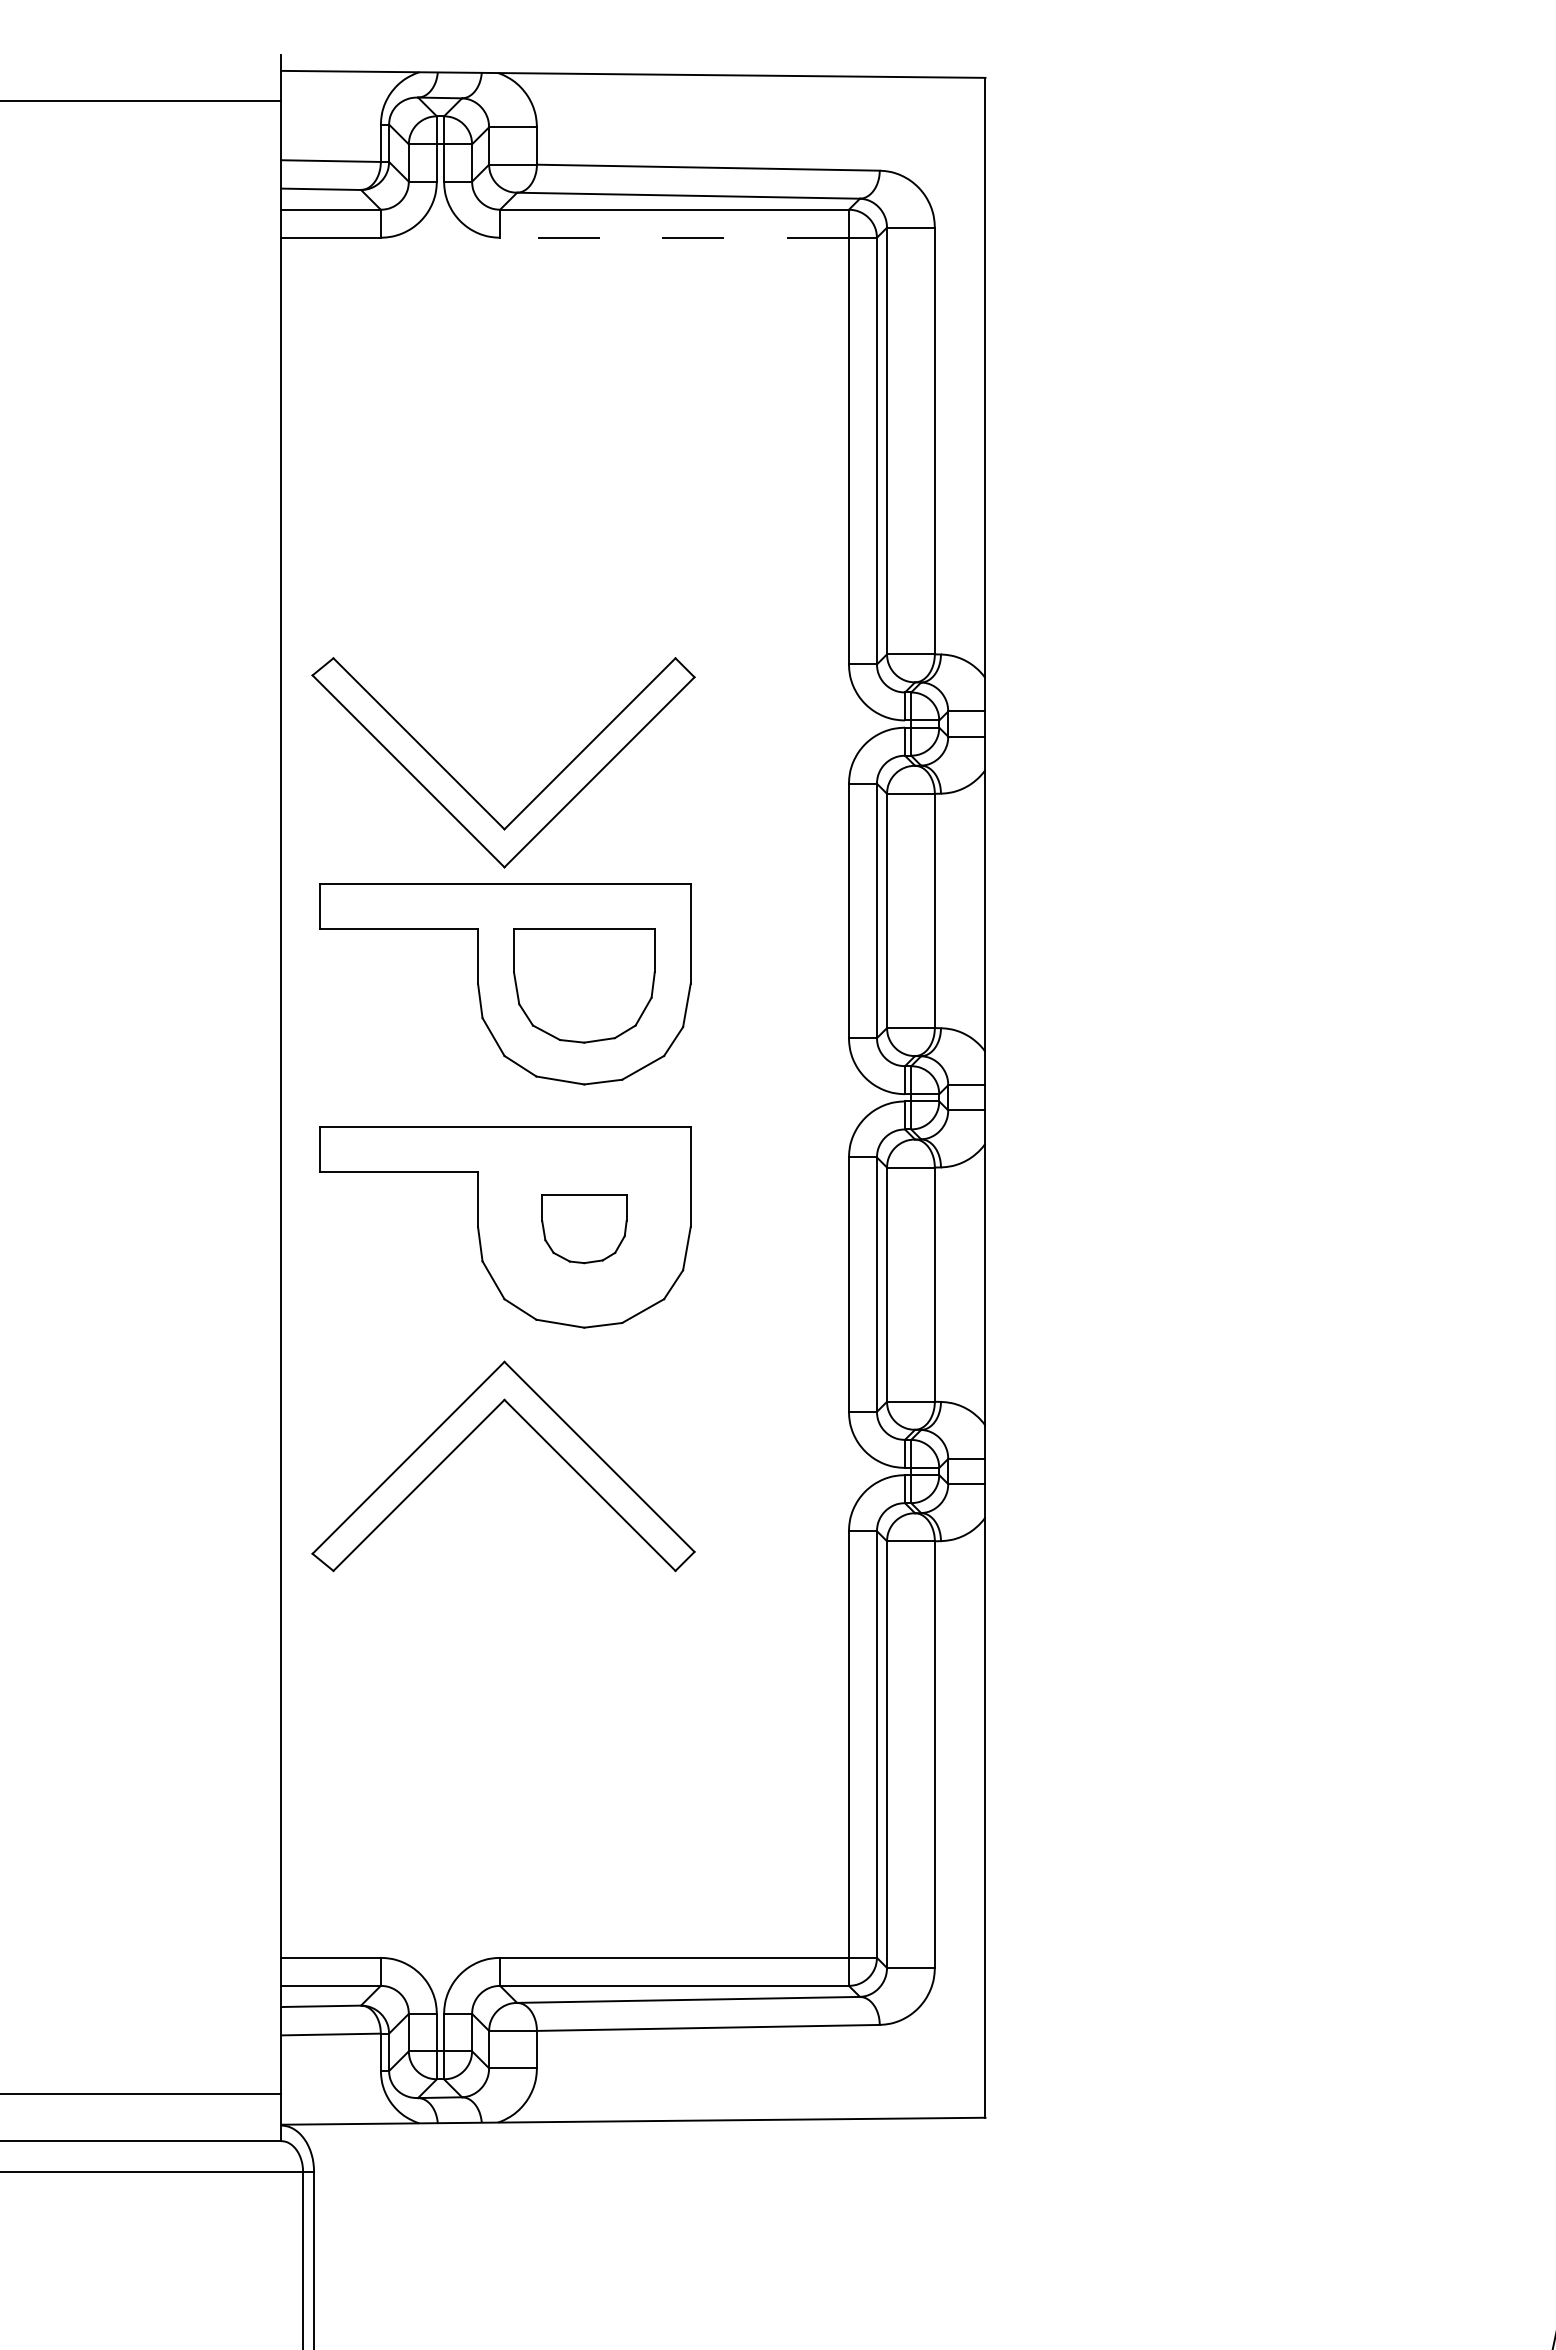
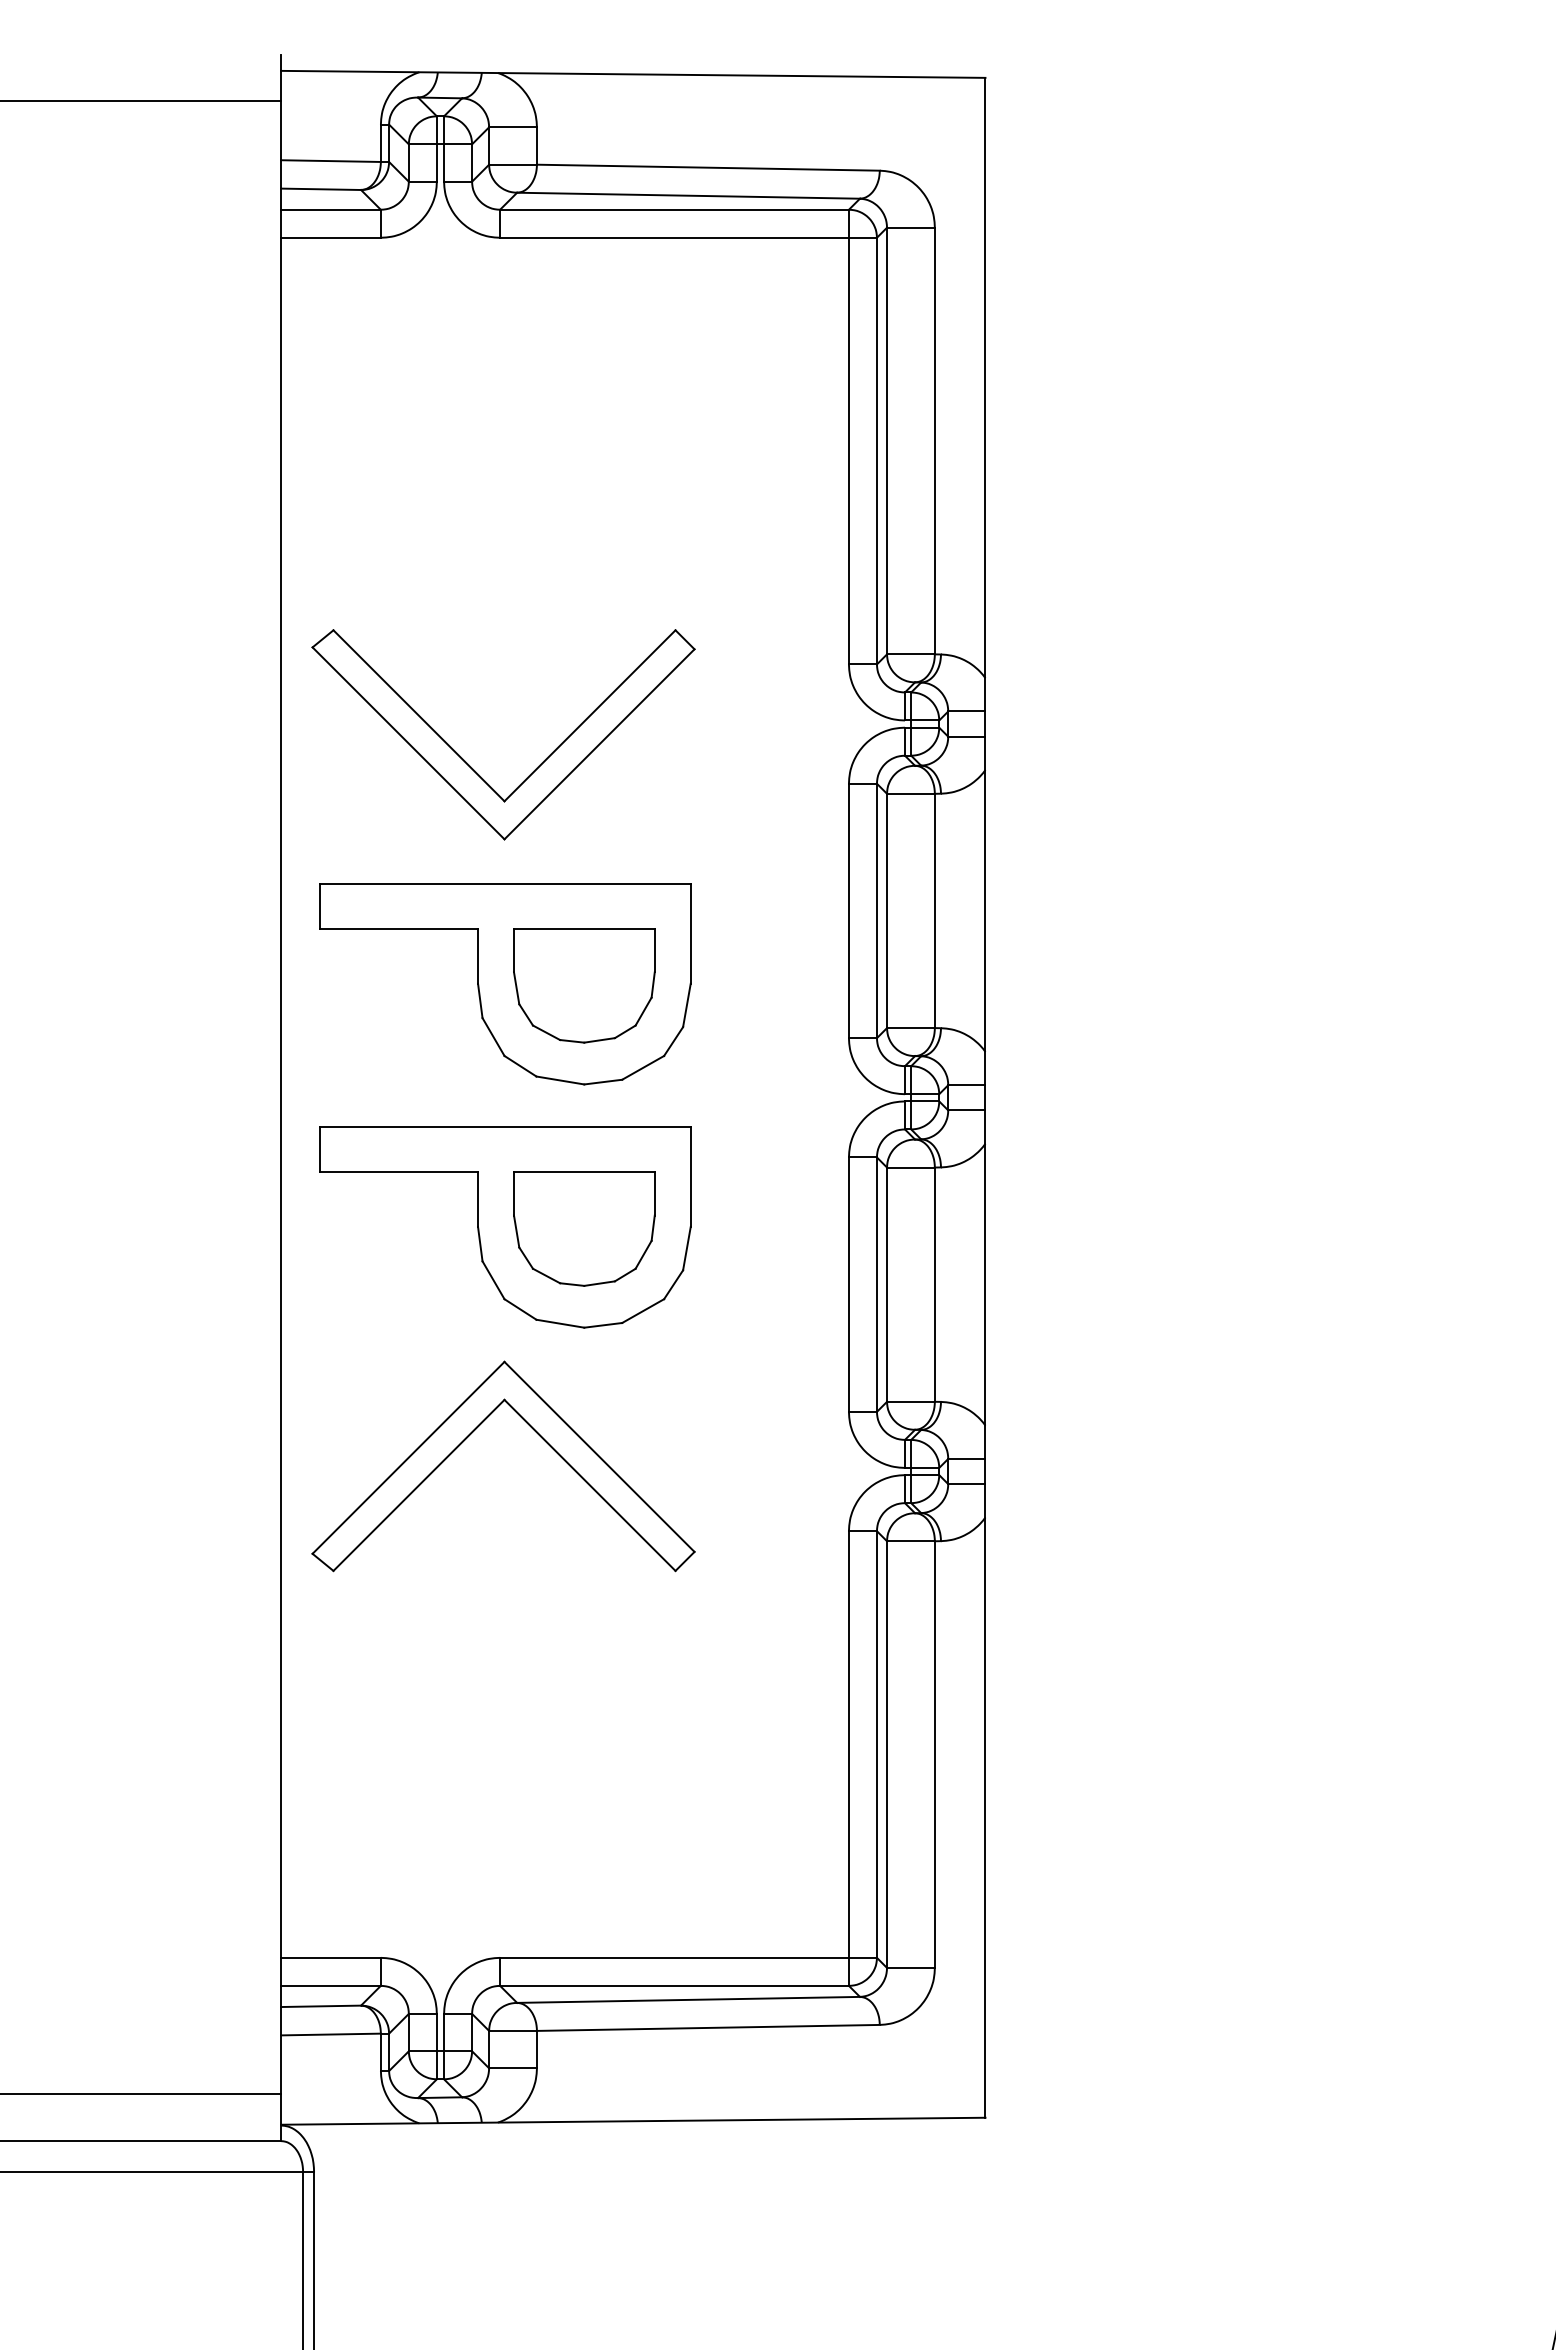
line at (674, 237): dashed -> solid
part at (471, 794) position: (471, 794) -> (471, 766)
part at (584, 1229) size: 87x71 px -> 143x116 px
